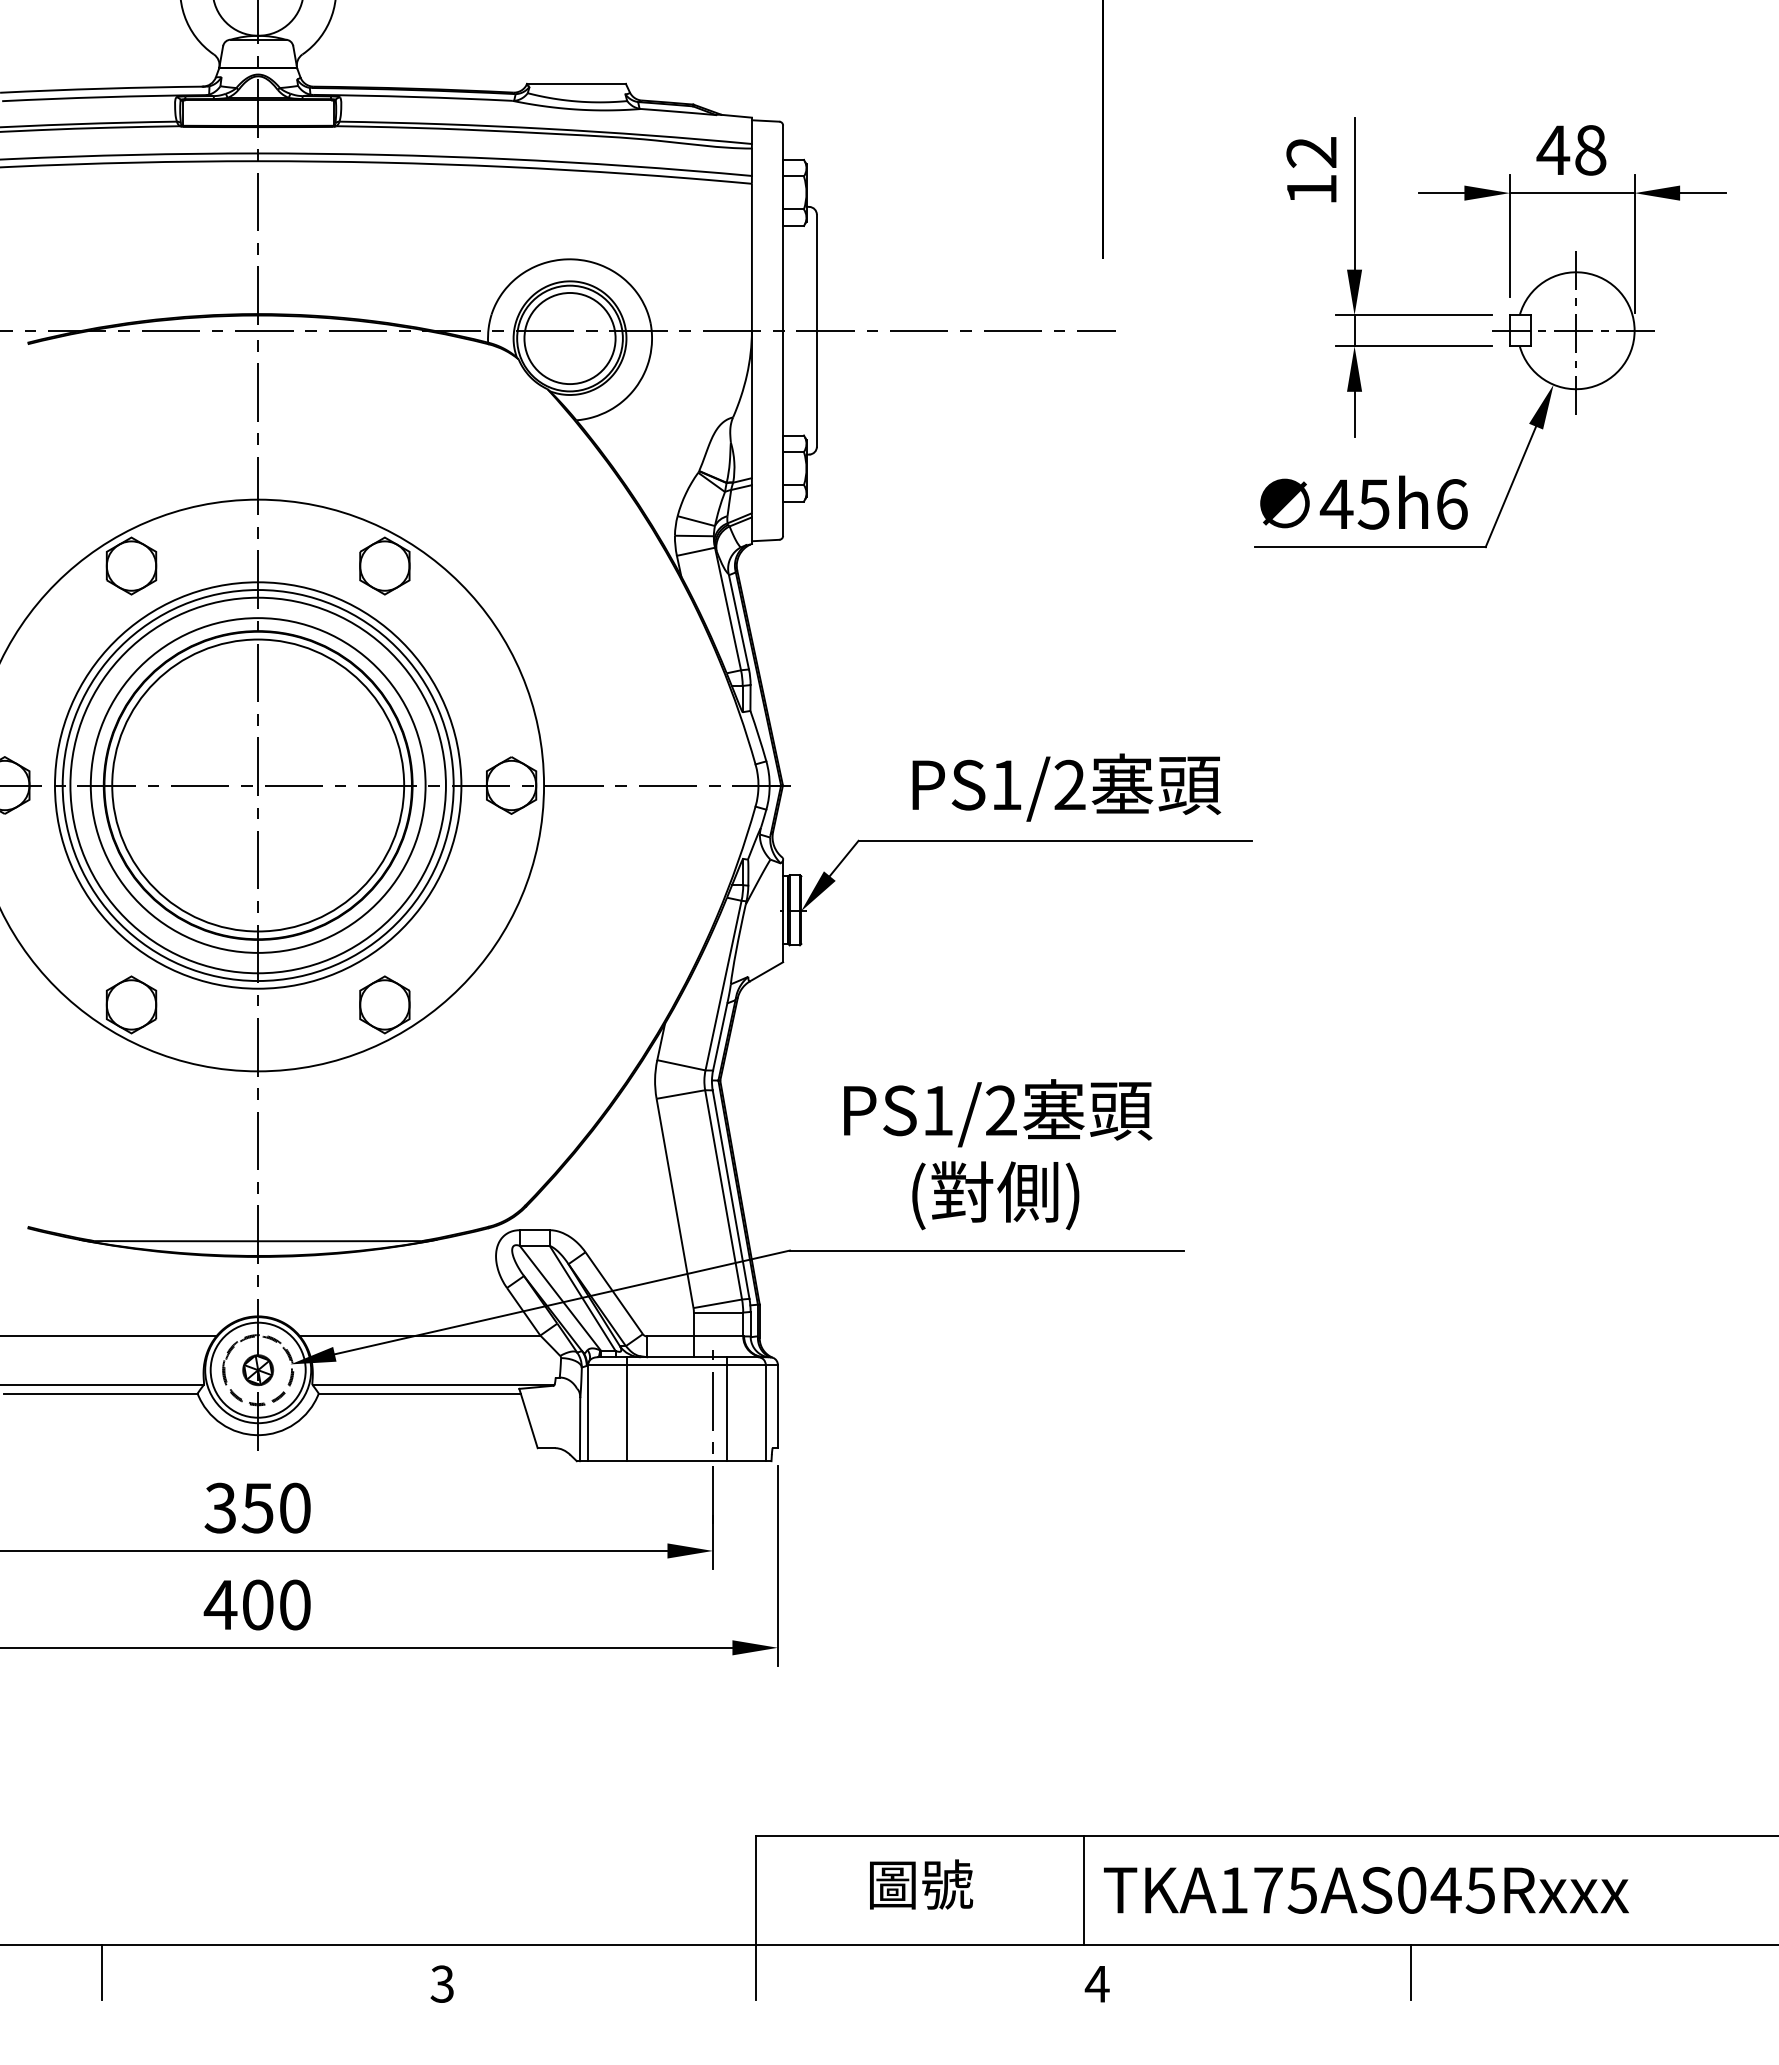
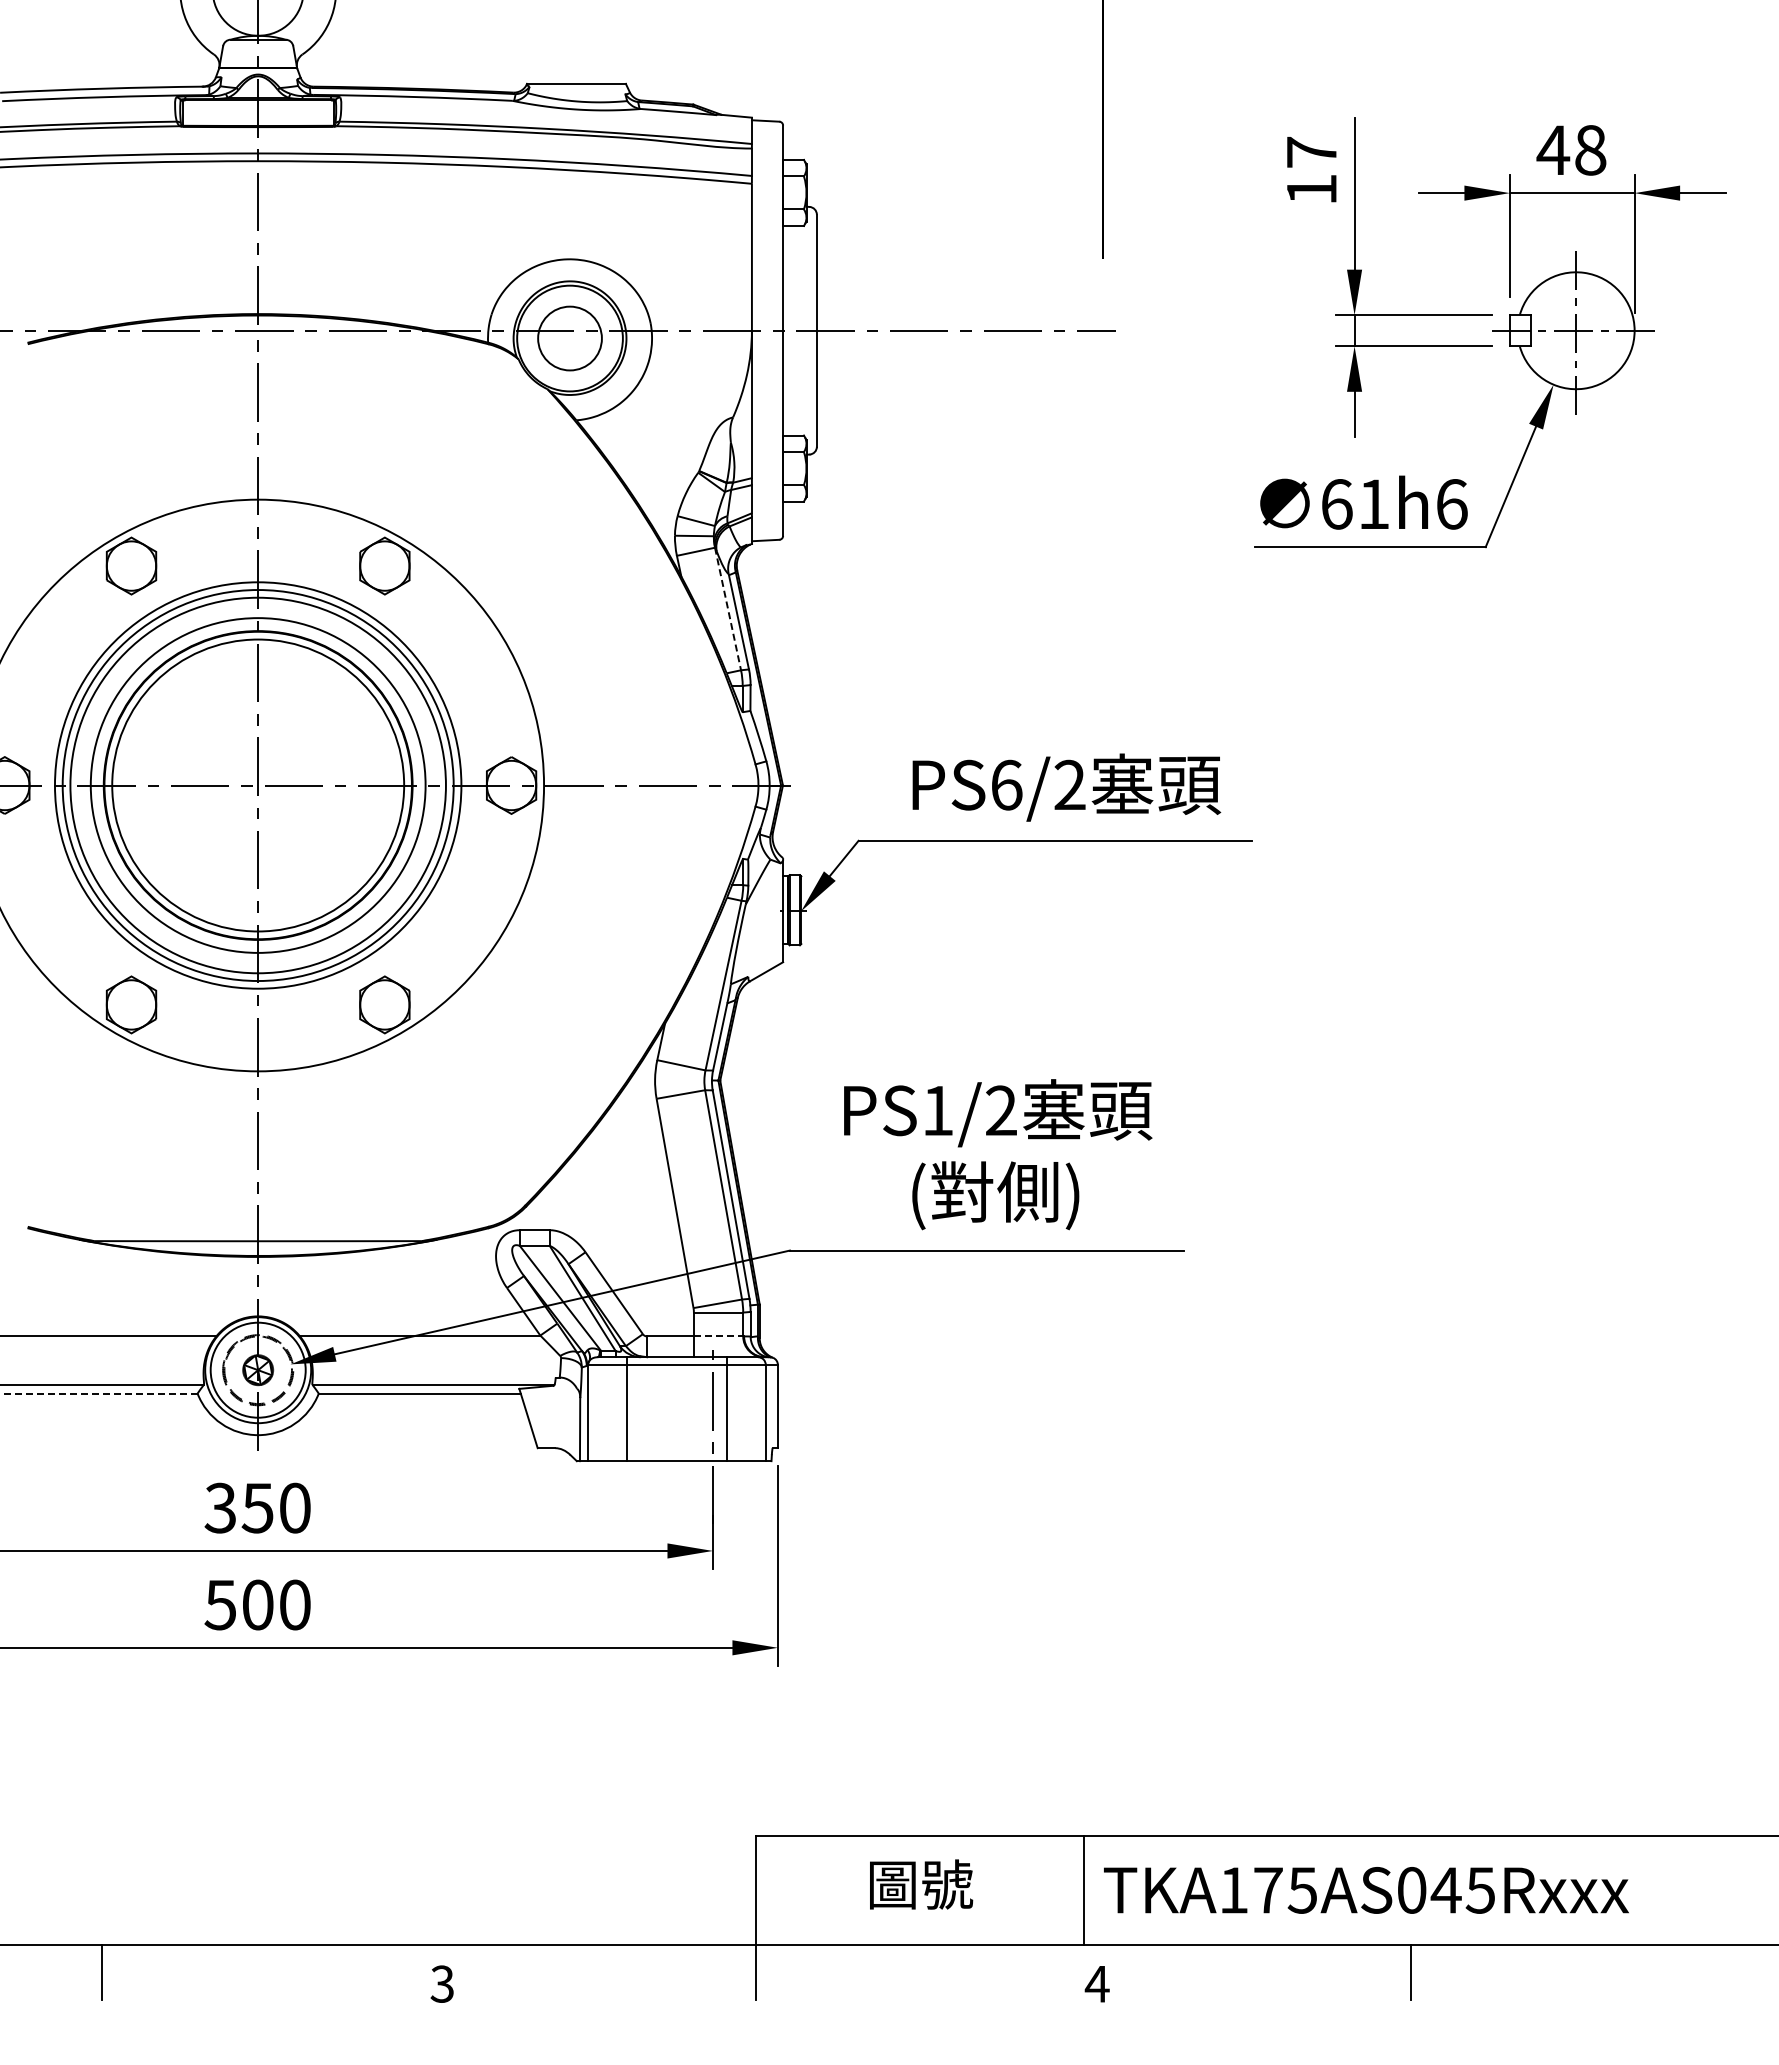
text at (1311, 151): 12 -> 17
circle at (569, 338) diameter: 91 px -> 64 px
text at (1354, 504): 45h6 -> 61h6
line at (728, 610): solid -> dashed
text at (1007, 784): PS1/2 -> PS6/2
line at (718, 1336): solid -> dashed
line at (100, 1393): solid -> dashed
text at (220, 1605): 400 -> 500
